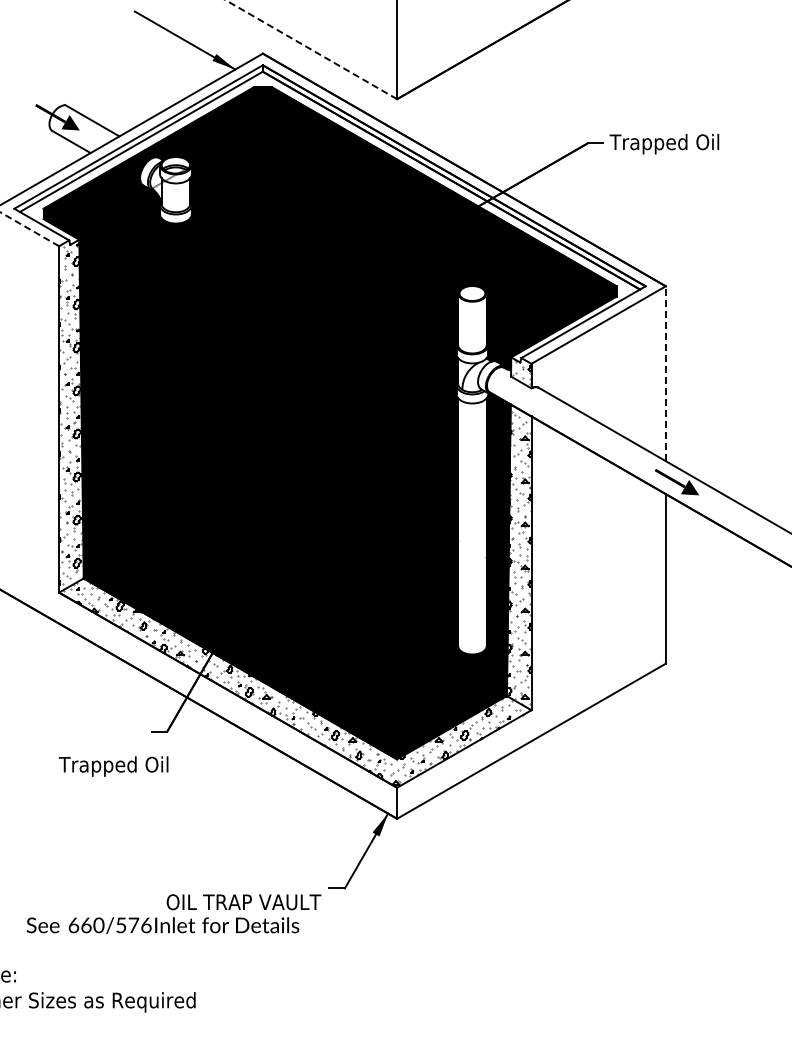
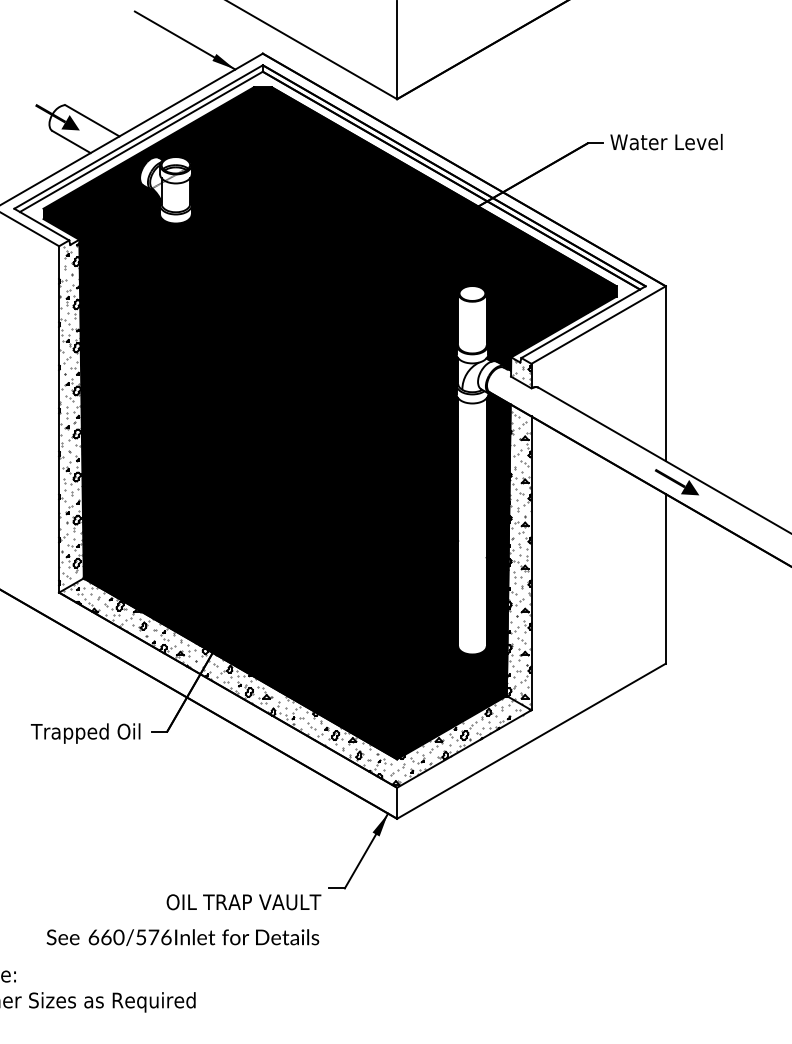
line at (311, 49): dashed -> solid
text at (665, 143): Trapped Oil -> Water Level
line at (29, 229): dashed -> solid
line at (665, 373): dashed -> solid
text at (113, 766) position: (113, 766) -> (85, 733)
text at (162, 925) position: (162, 925) -> (182, 937)
